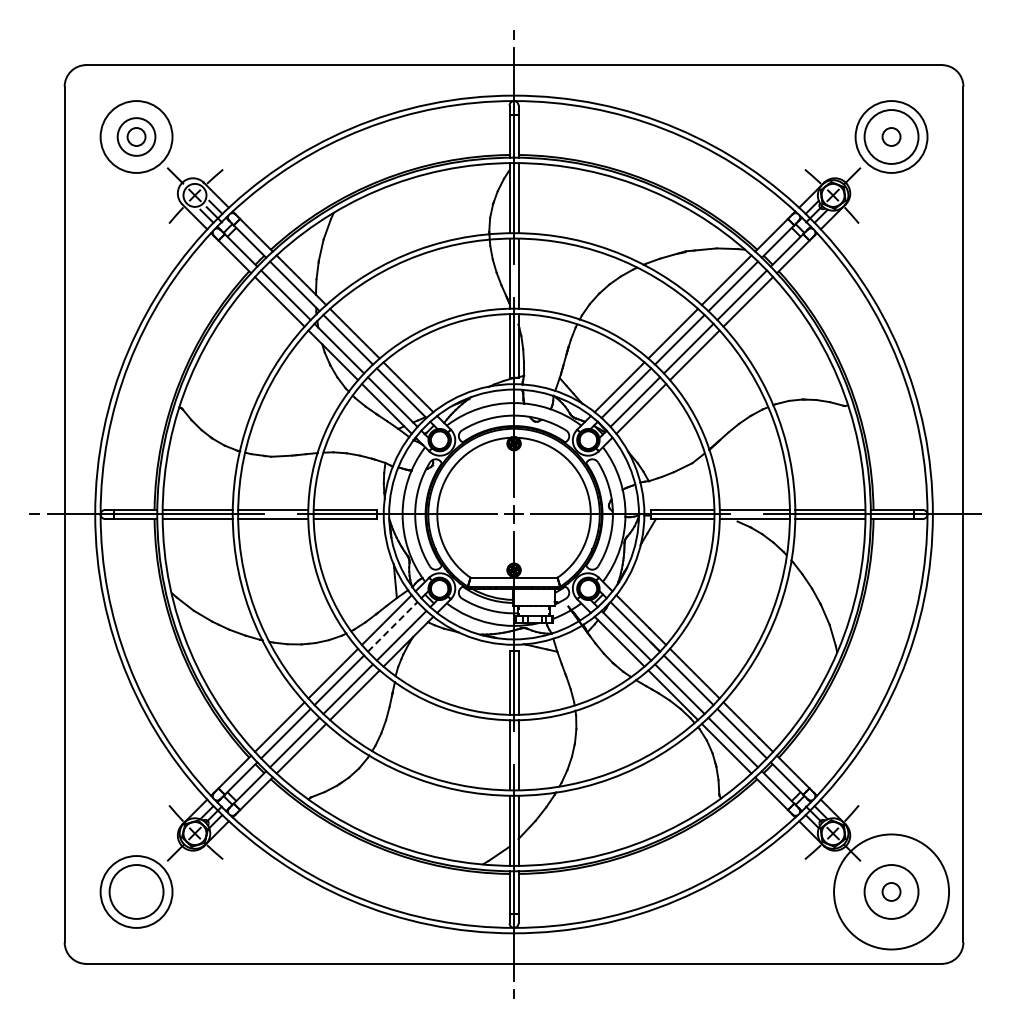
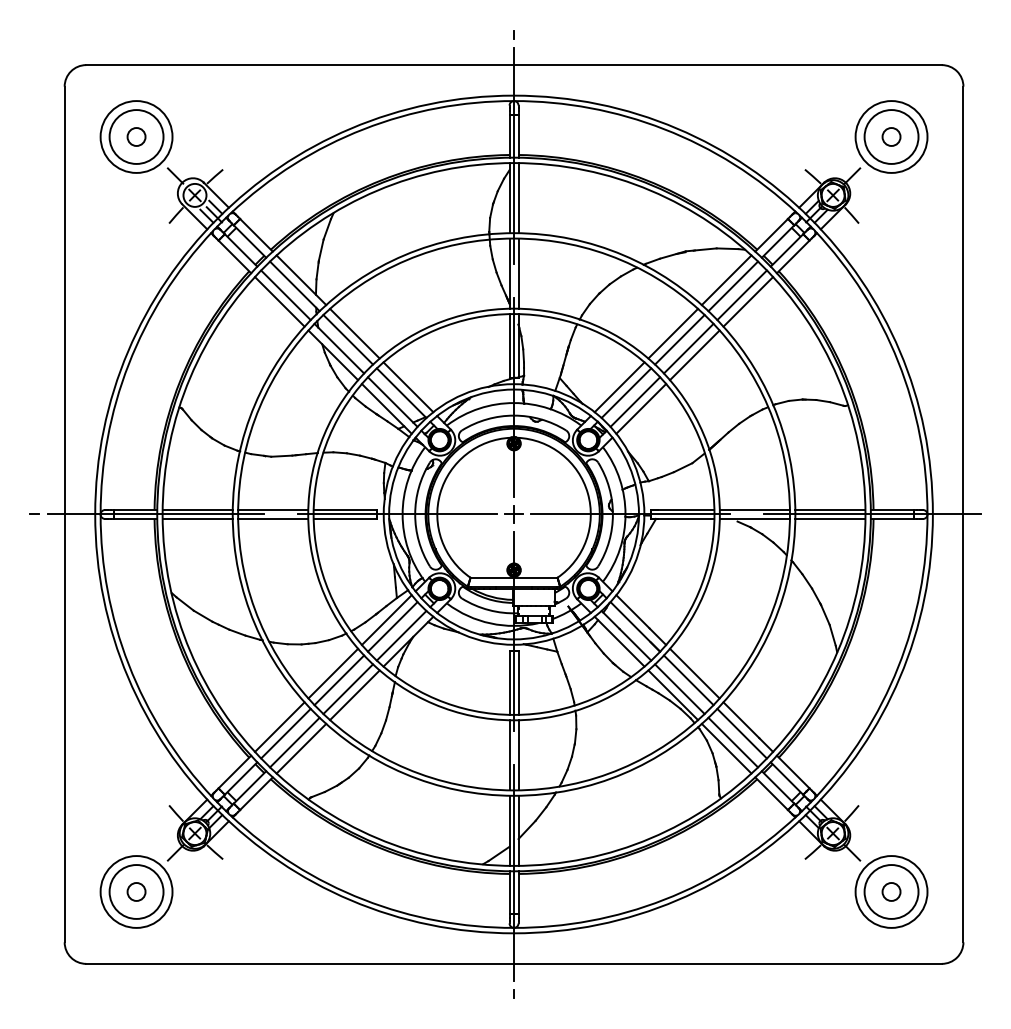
circle at (136, 136) diameter: 38 px -> 54 px
line at (393, 626): dashed -> solid
circle at (136, 891): none -> present
circle at (891, 891) diameter: 115 px -> 72 px
